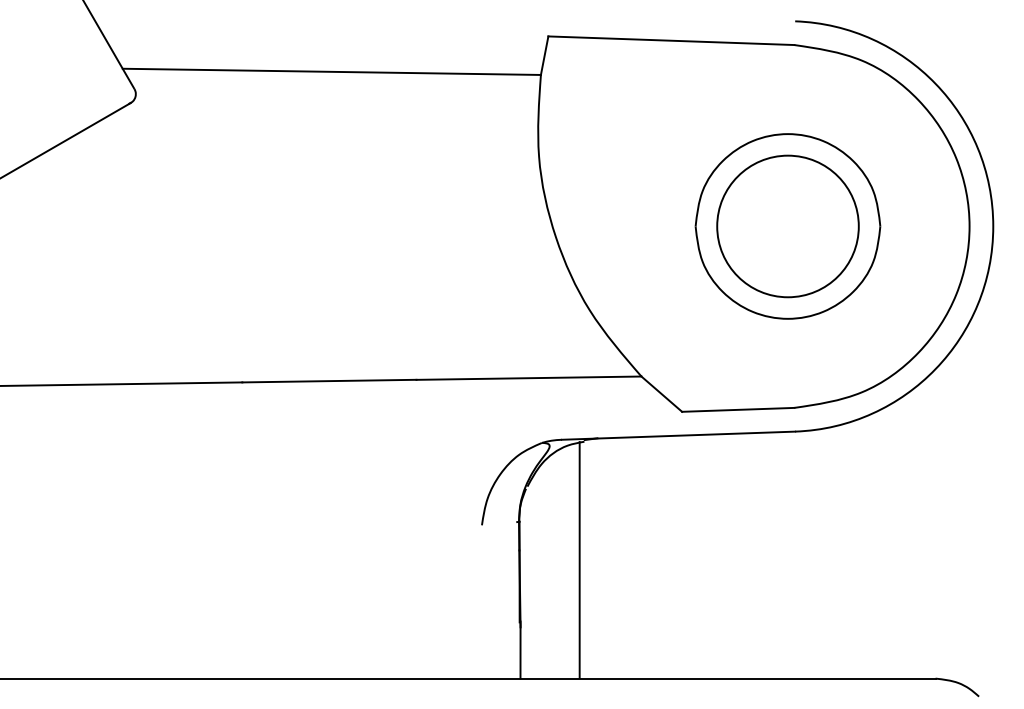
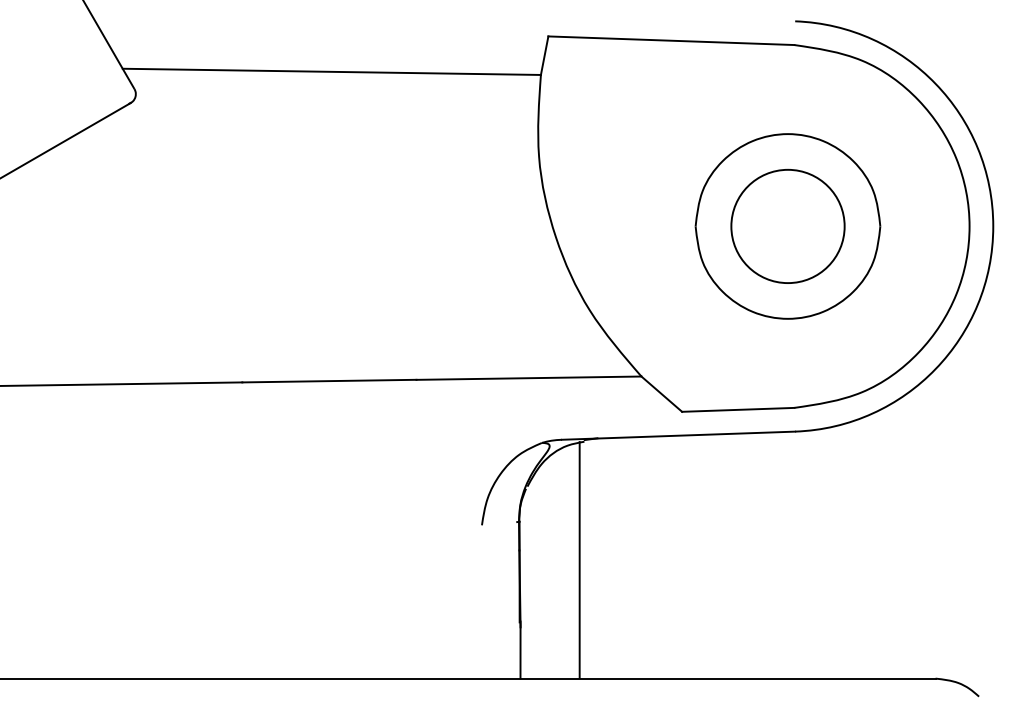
circle at (787, 226) diameter: 142 px -> 113 px
